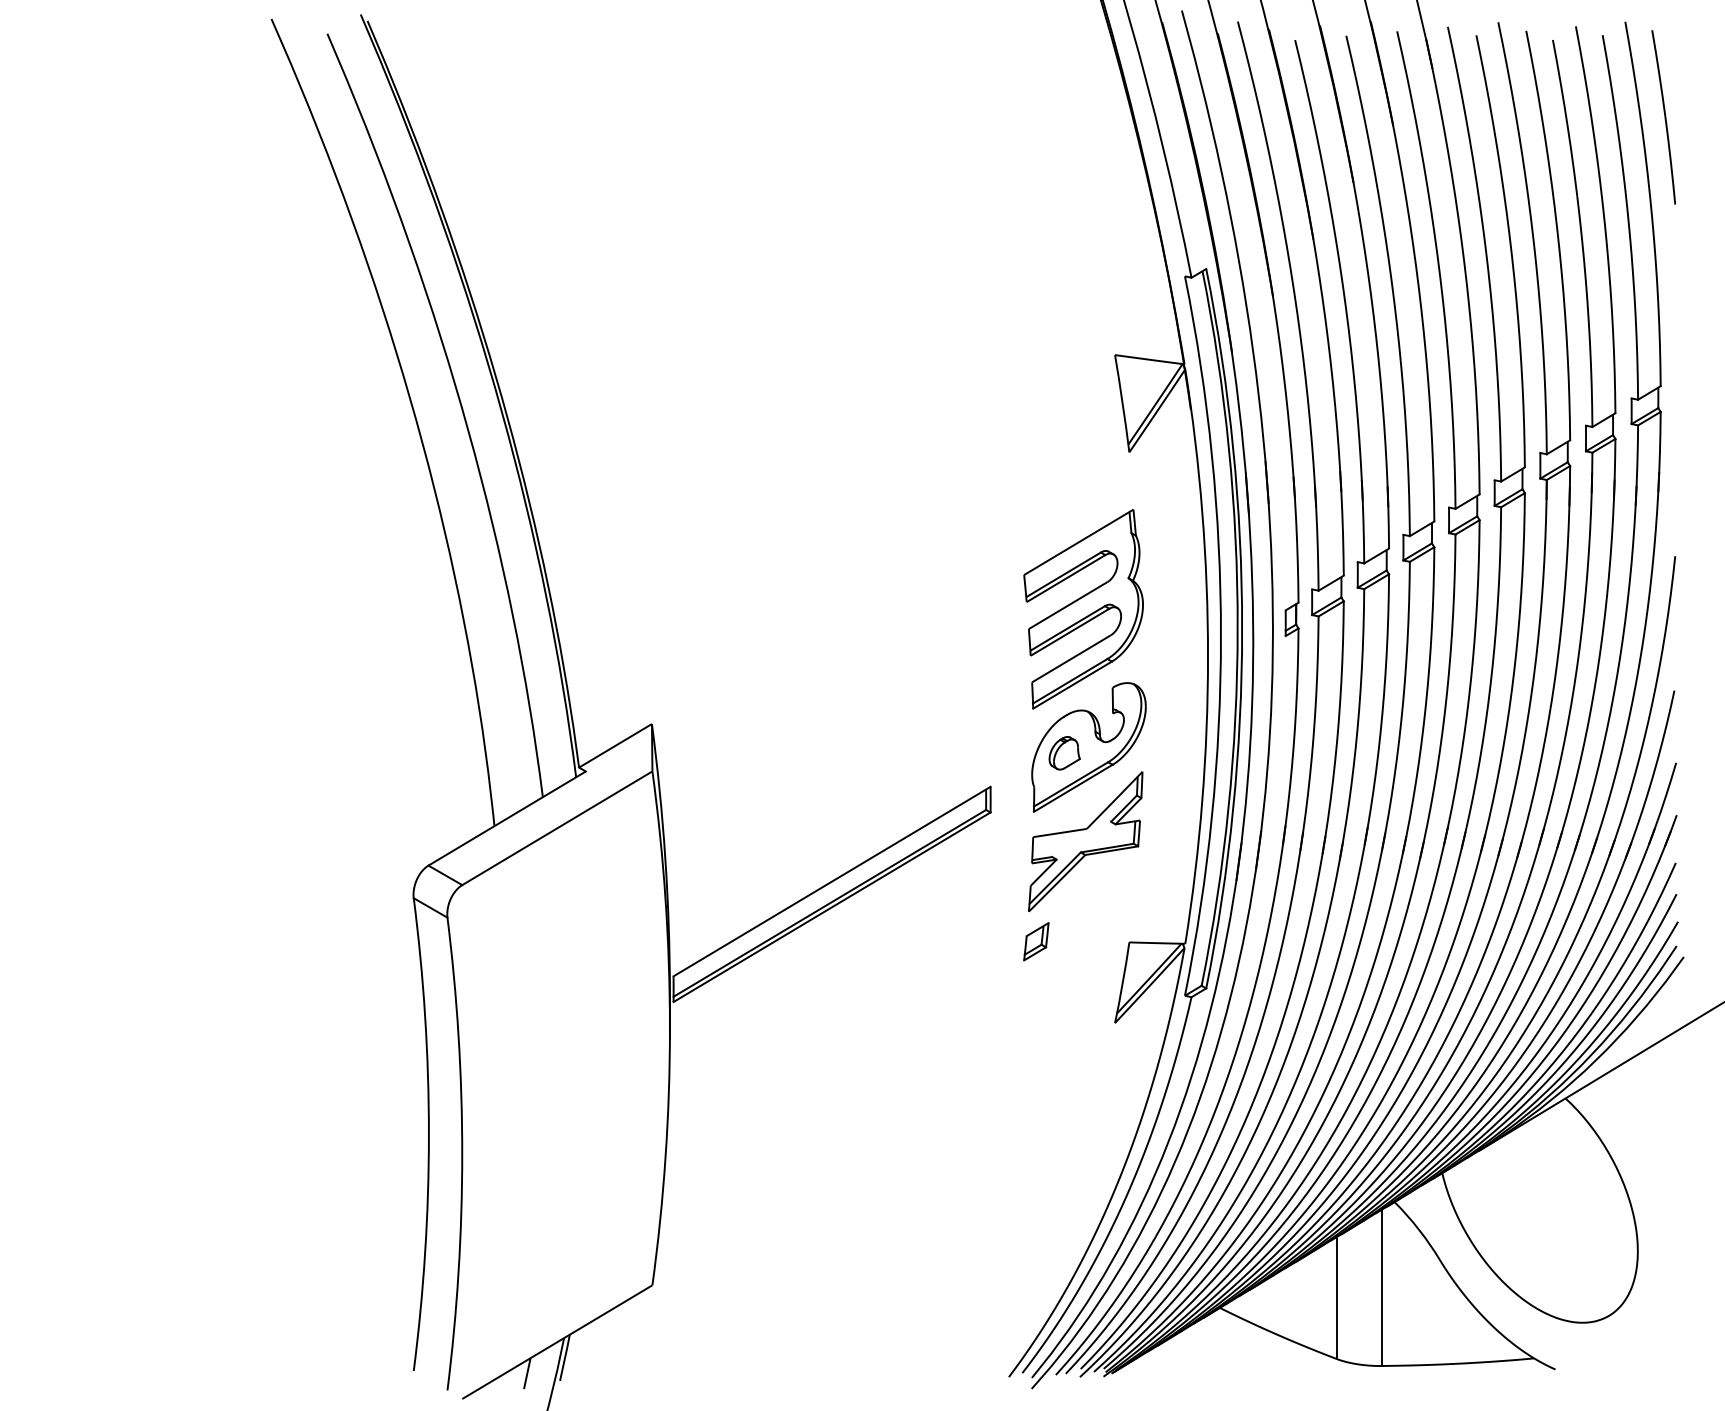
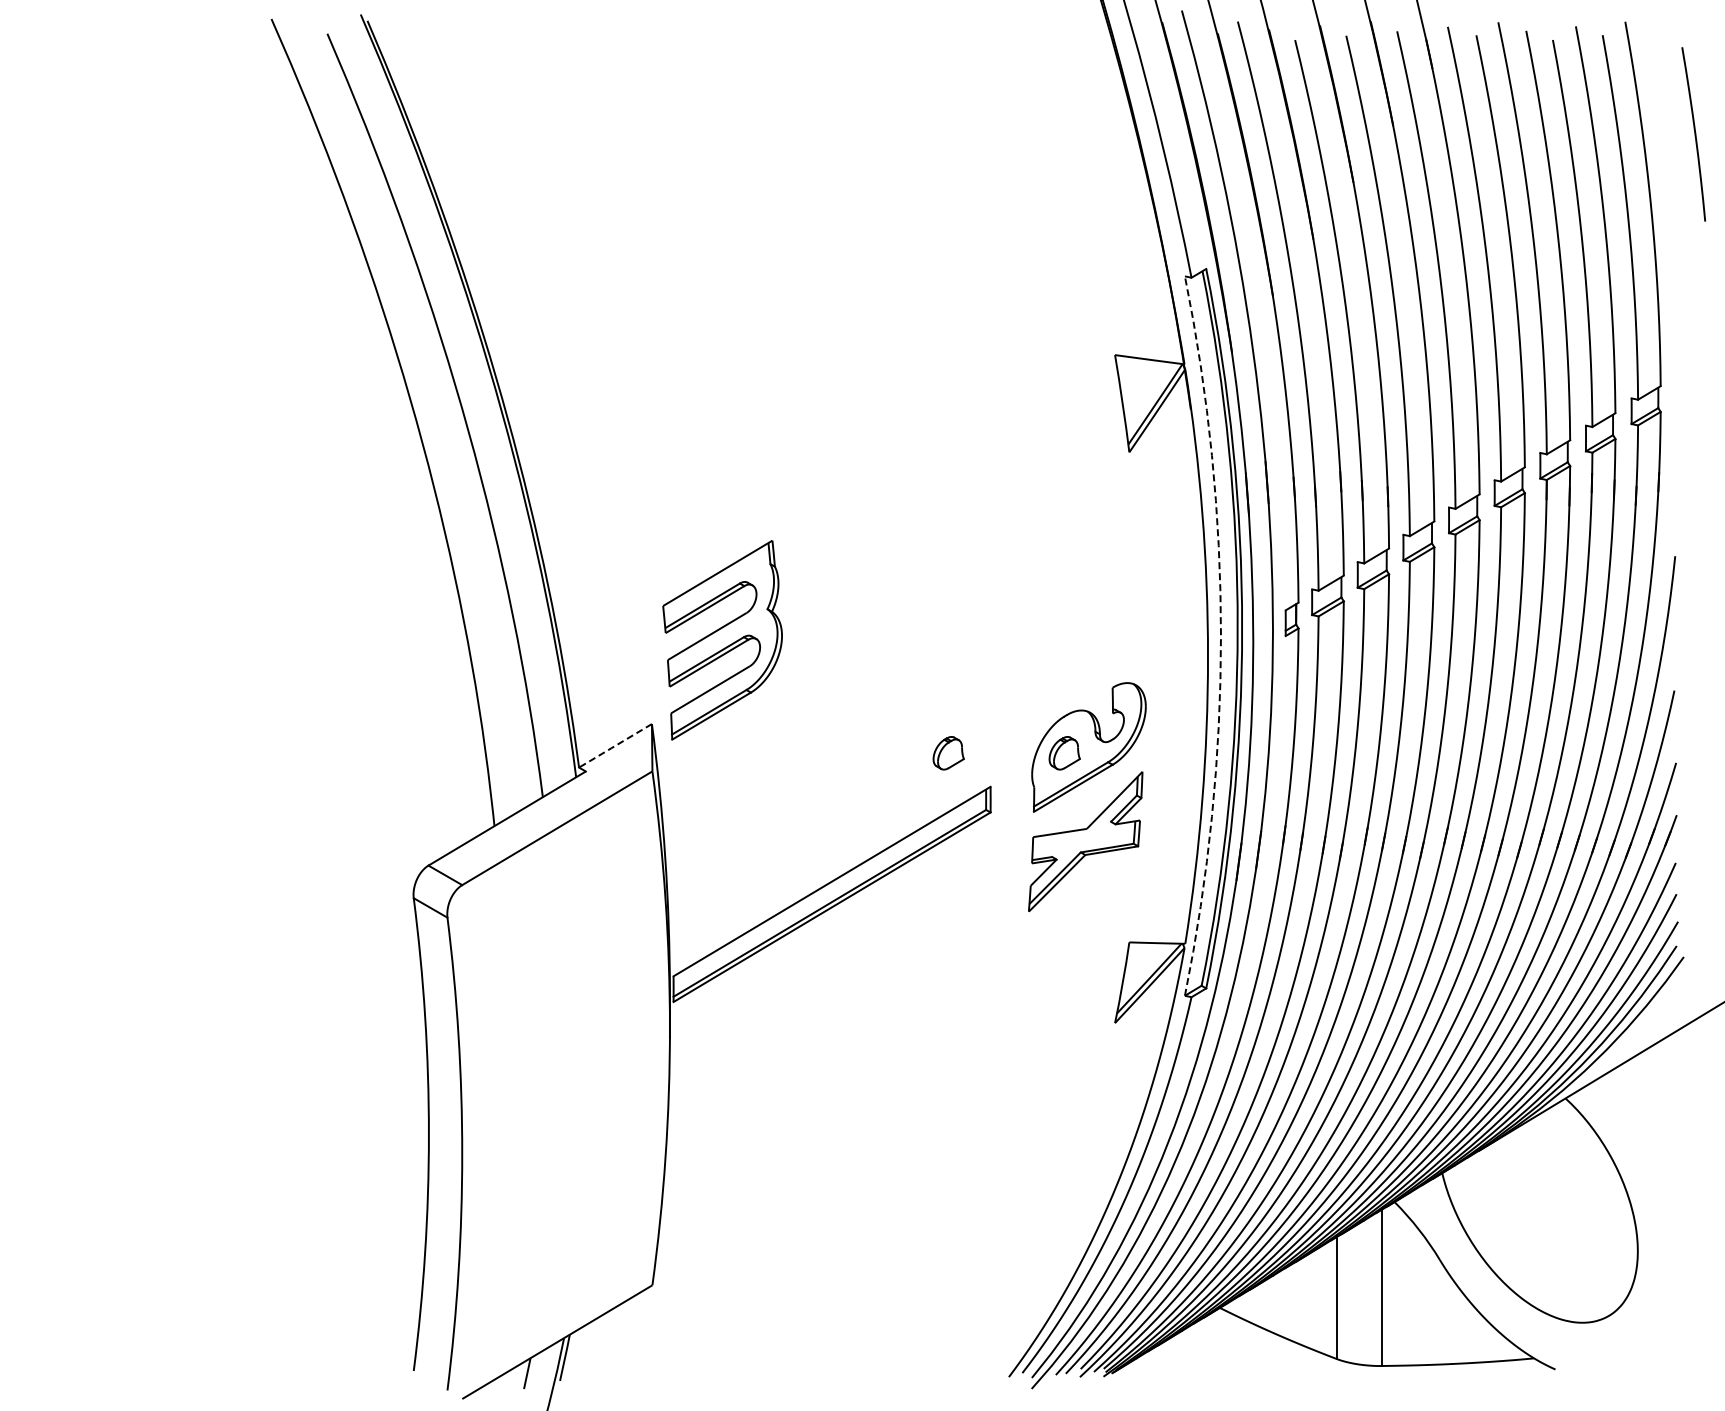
curve at (1664, 117) position: (1664, 117) -> (1694, 134)
part at (1083, 609) position: (1083, 609) -> (722, 640)
arc at (1220, 636): solid -> dashed
line at (614, 746): solid -> dashed
part at (948, 753): none -> present
part at (1036, 941): present -> none
